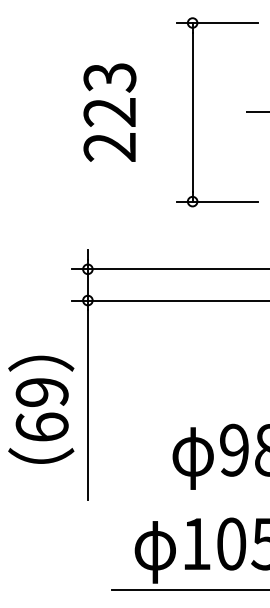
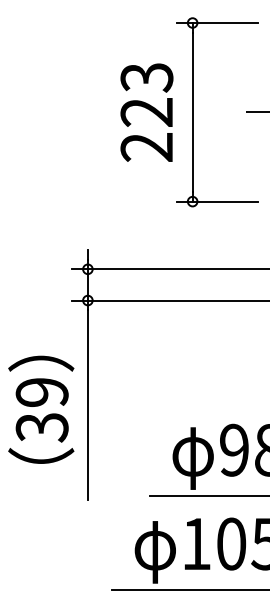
text at (109, 112) position: (109, 112) -> (146, 112)
text at (41, 427): 69 -> 39
line at (207, 495): none -> present
